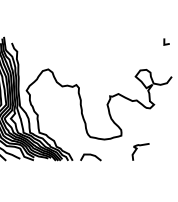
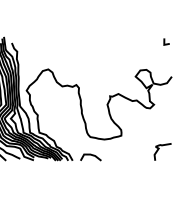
curve at (137, 149) position: (137, 149) -> (159, 149)
